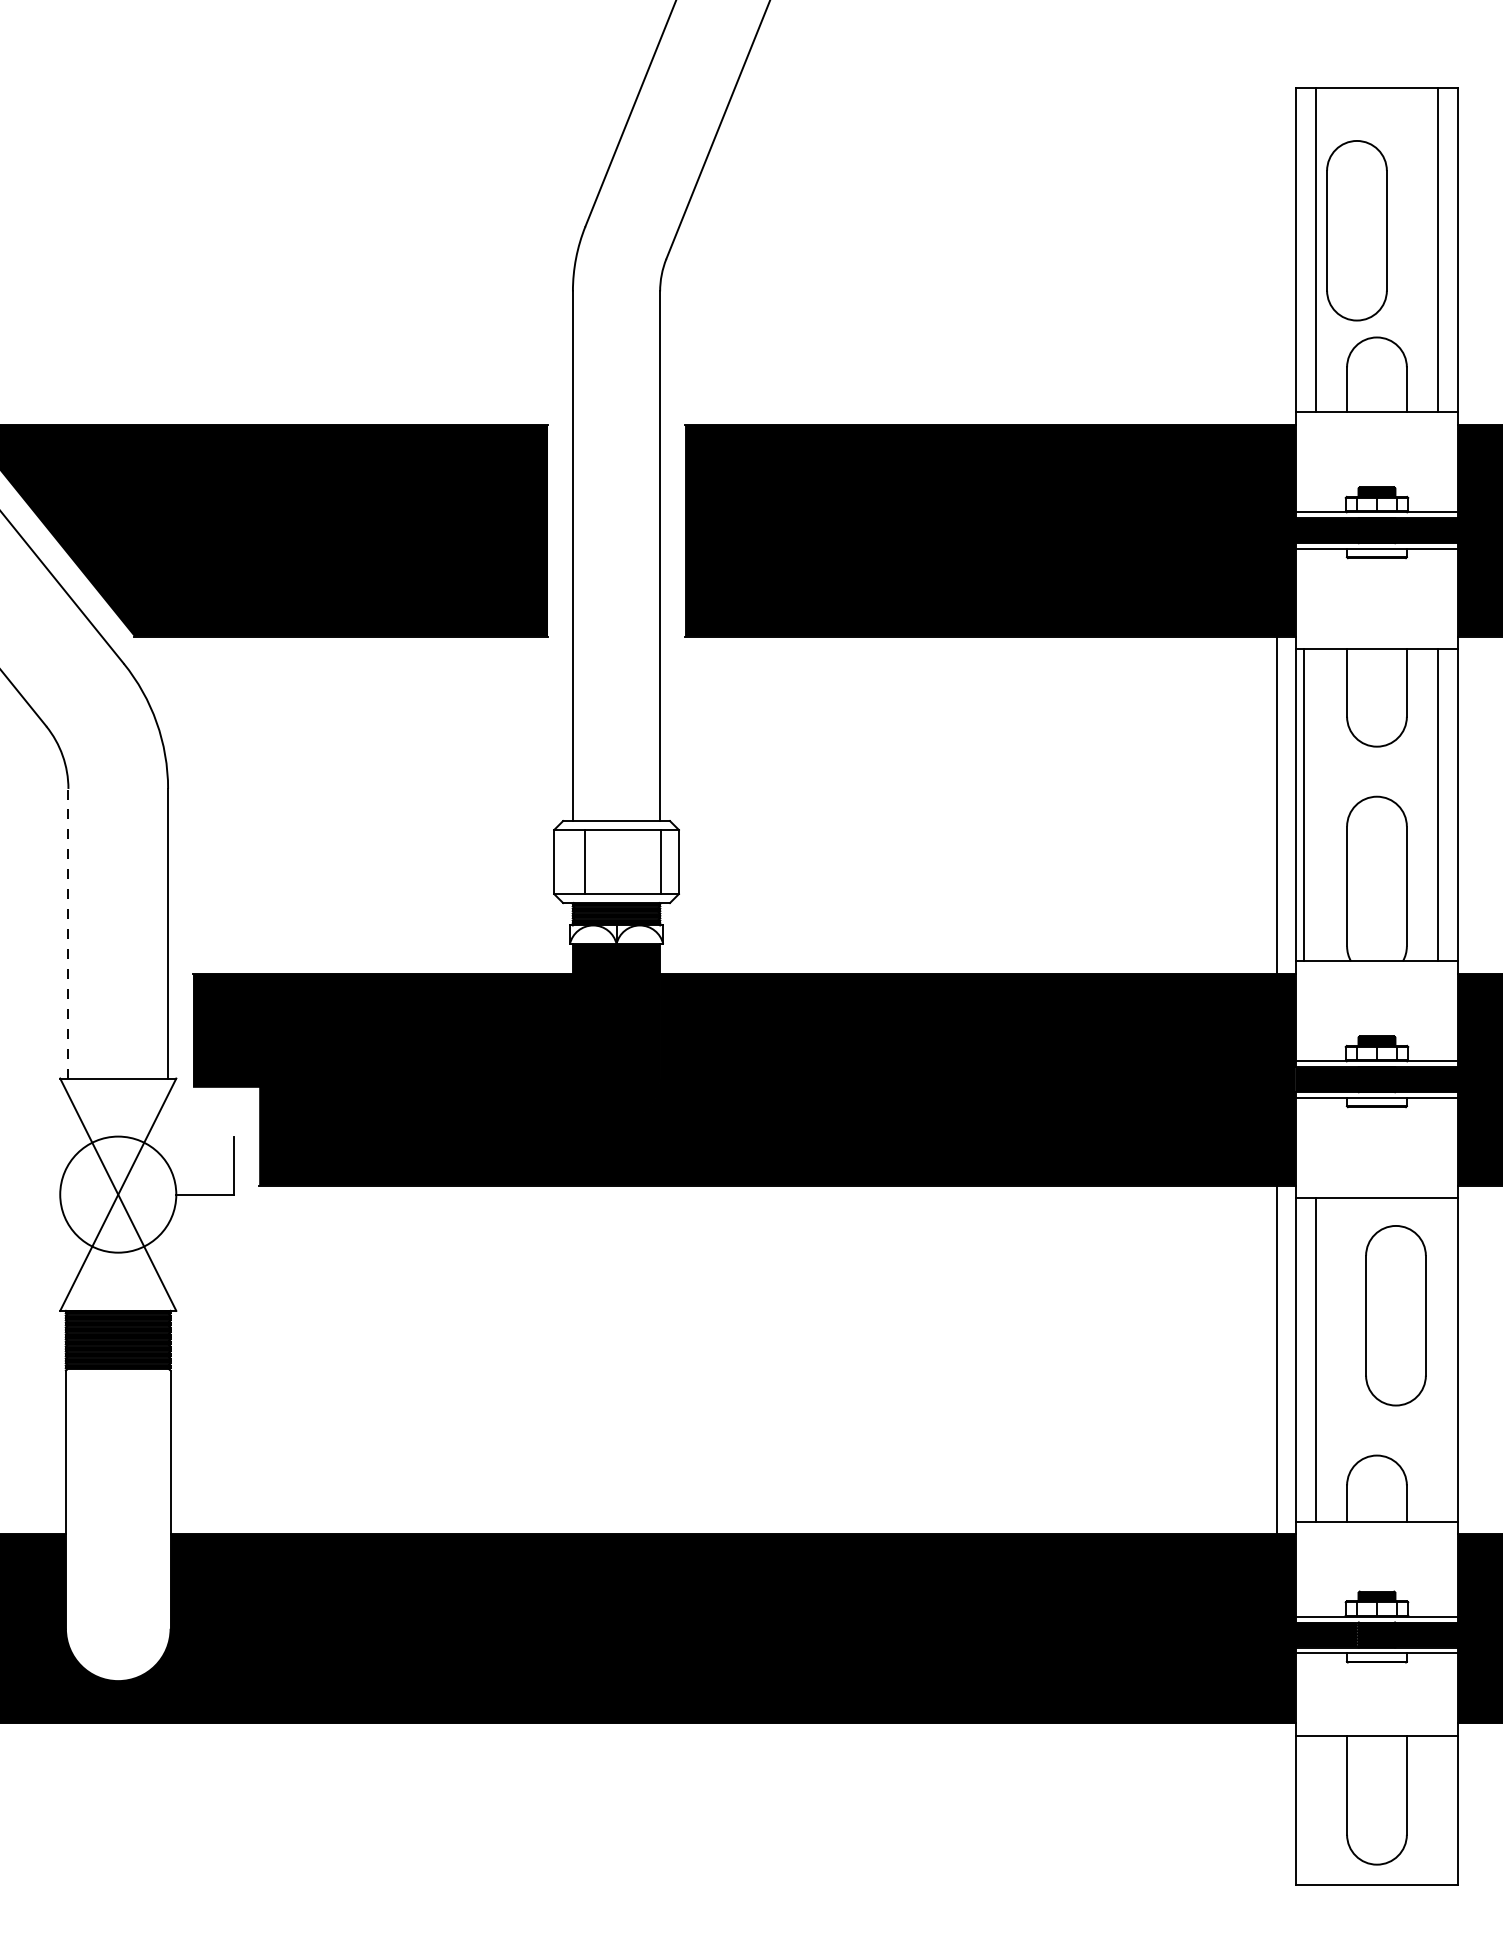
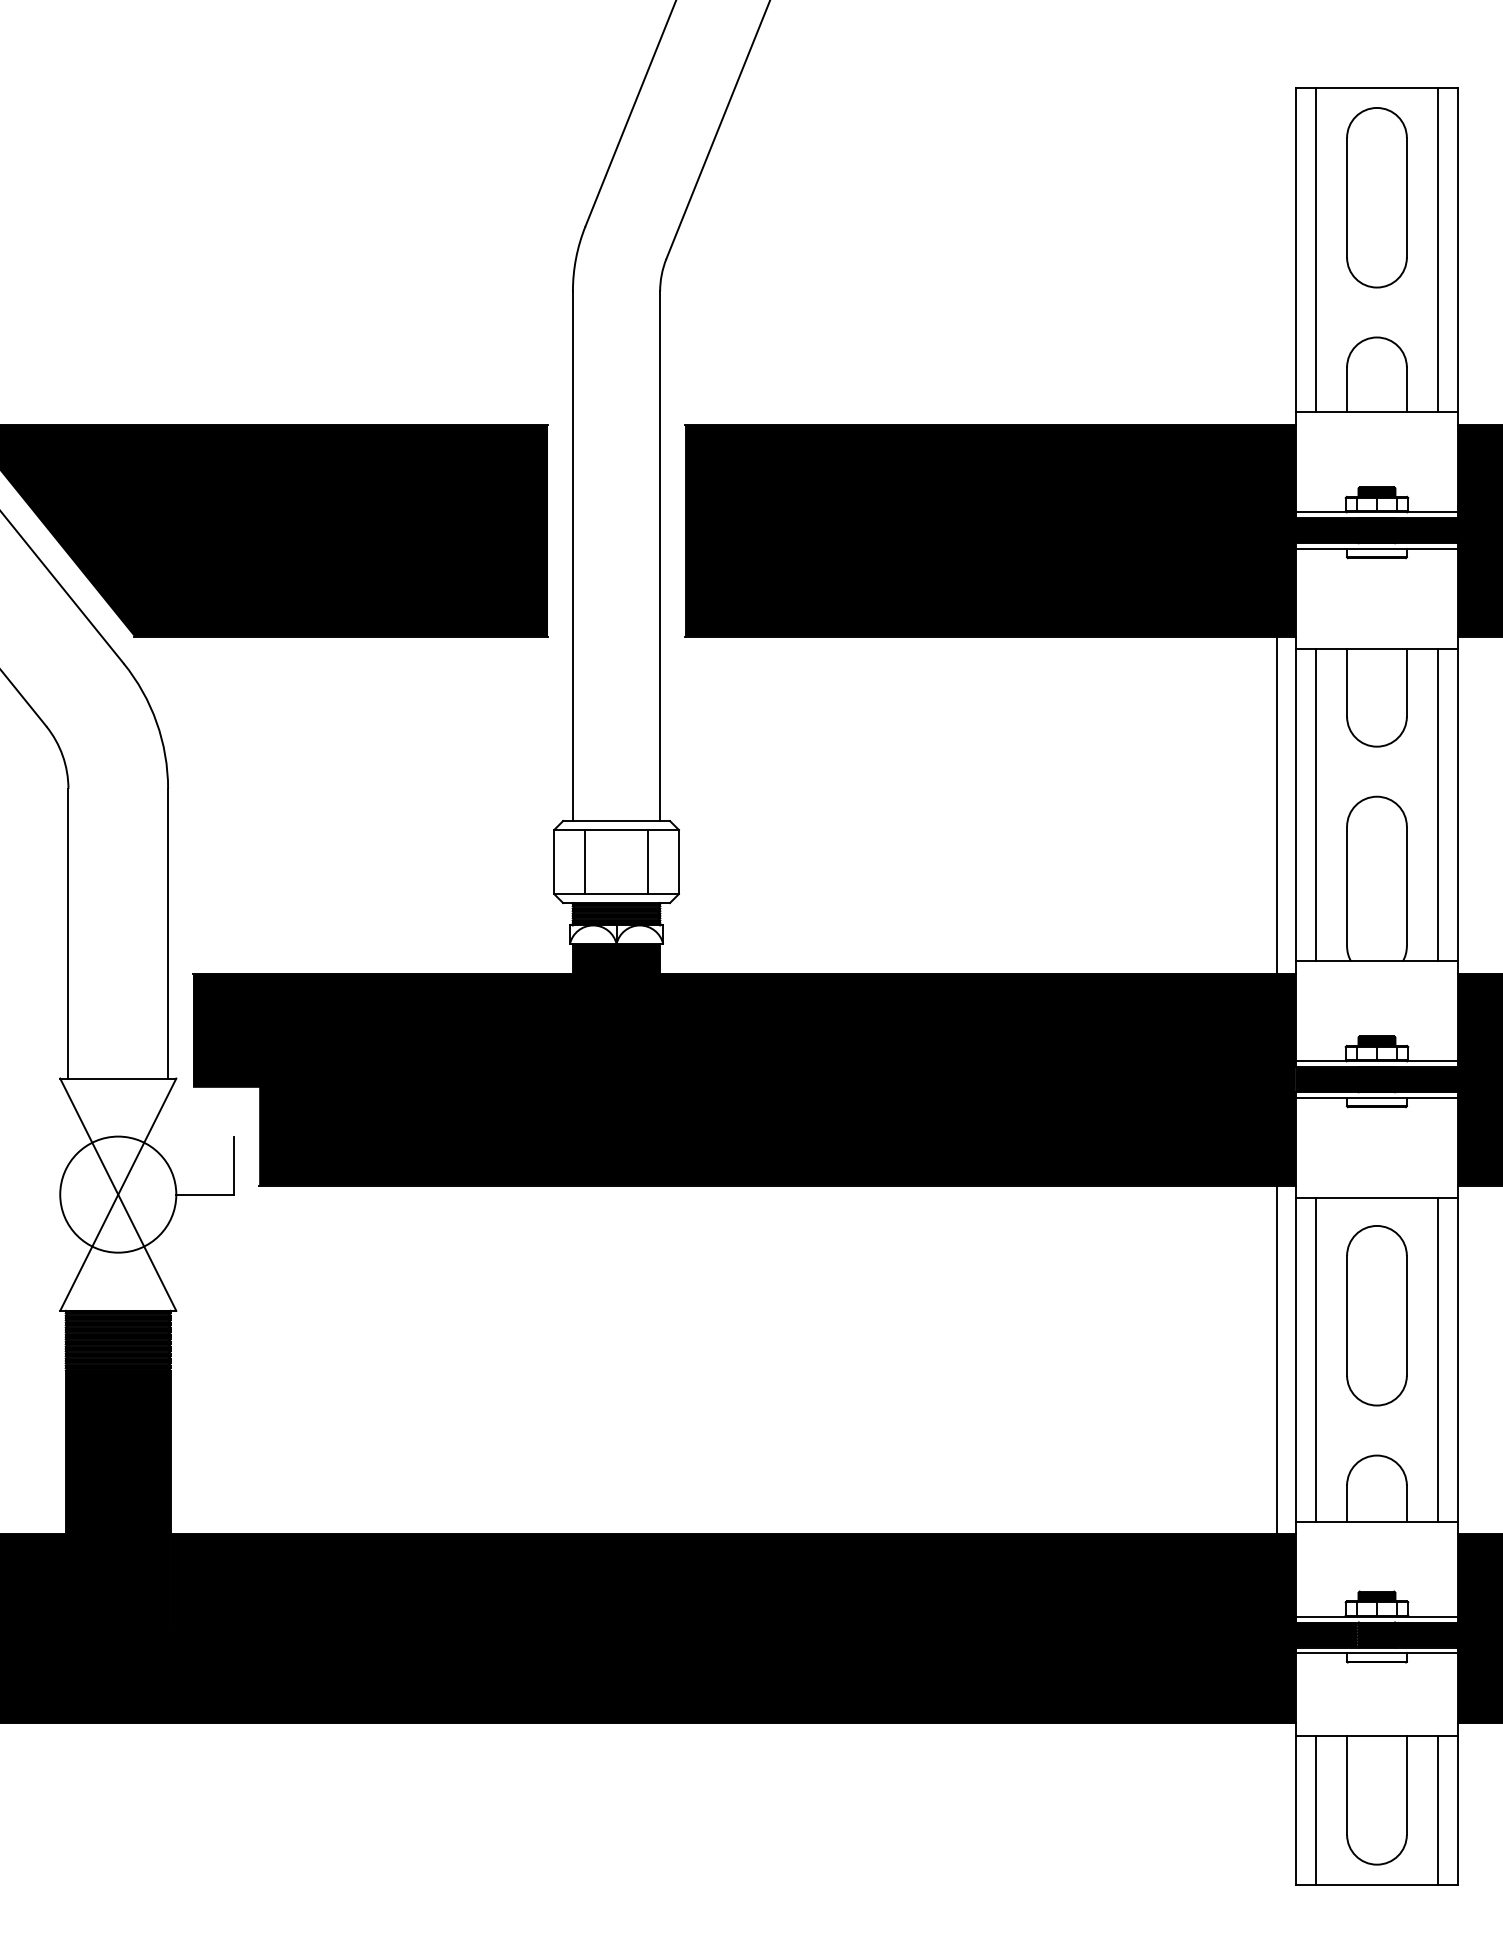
part at (1356, 230) position: (1356, 230) -> (1376, 197)
line at (1303, 805) position: (1303, 805) -> (1315, 805)
line at (660, 862) position: (660, 862) -> (647, 862)
line at (68, 933): dashed -> solid
part at (1395, 1315) position: (1395, 1315) -> (1376, 1315)
line at (1438, 1359): none -> present
fill at (117, 1525): none -> present
line at (1315, 1809): none -> present
line at (1438, 1809): none -> present
